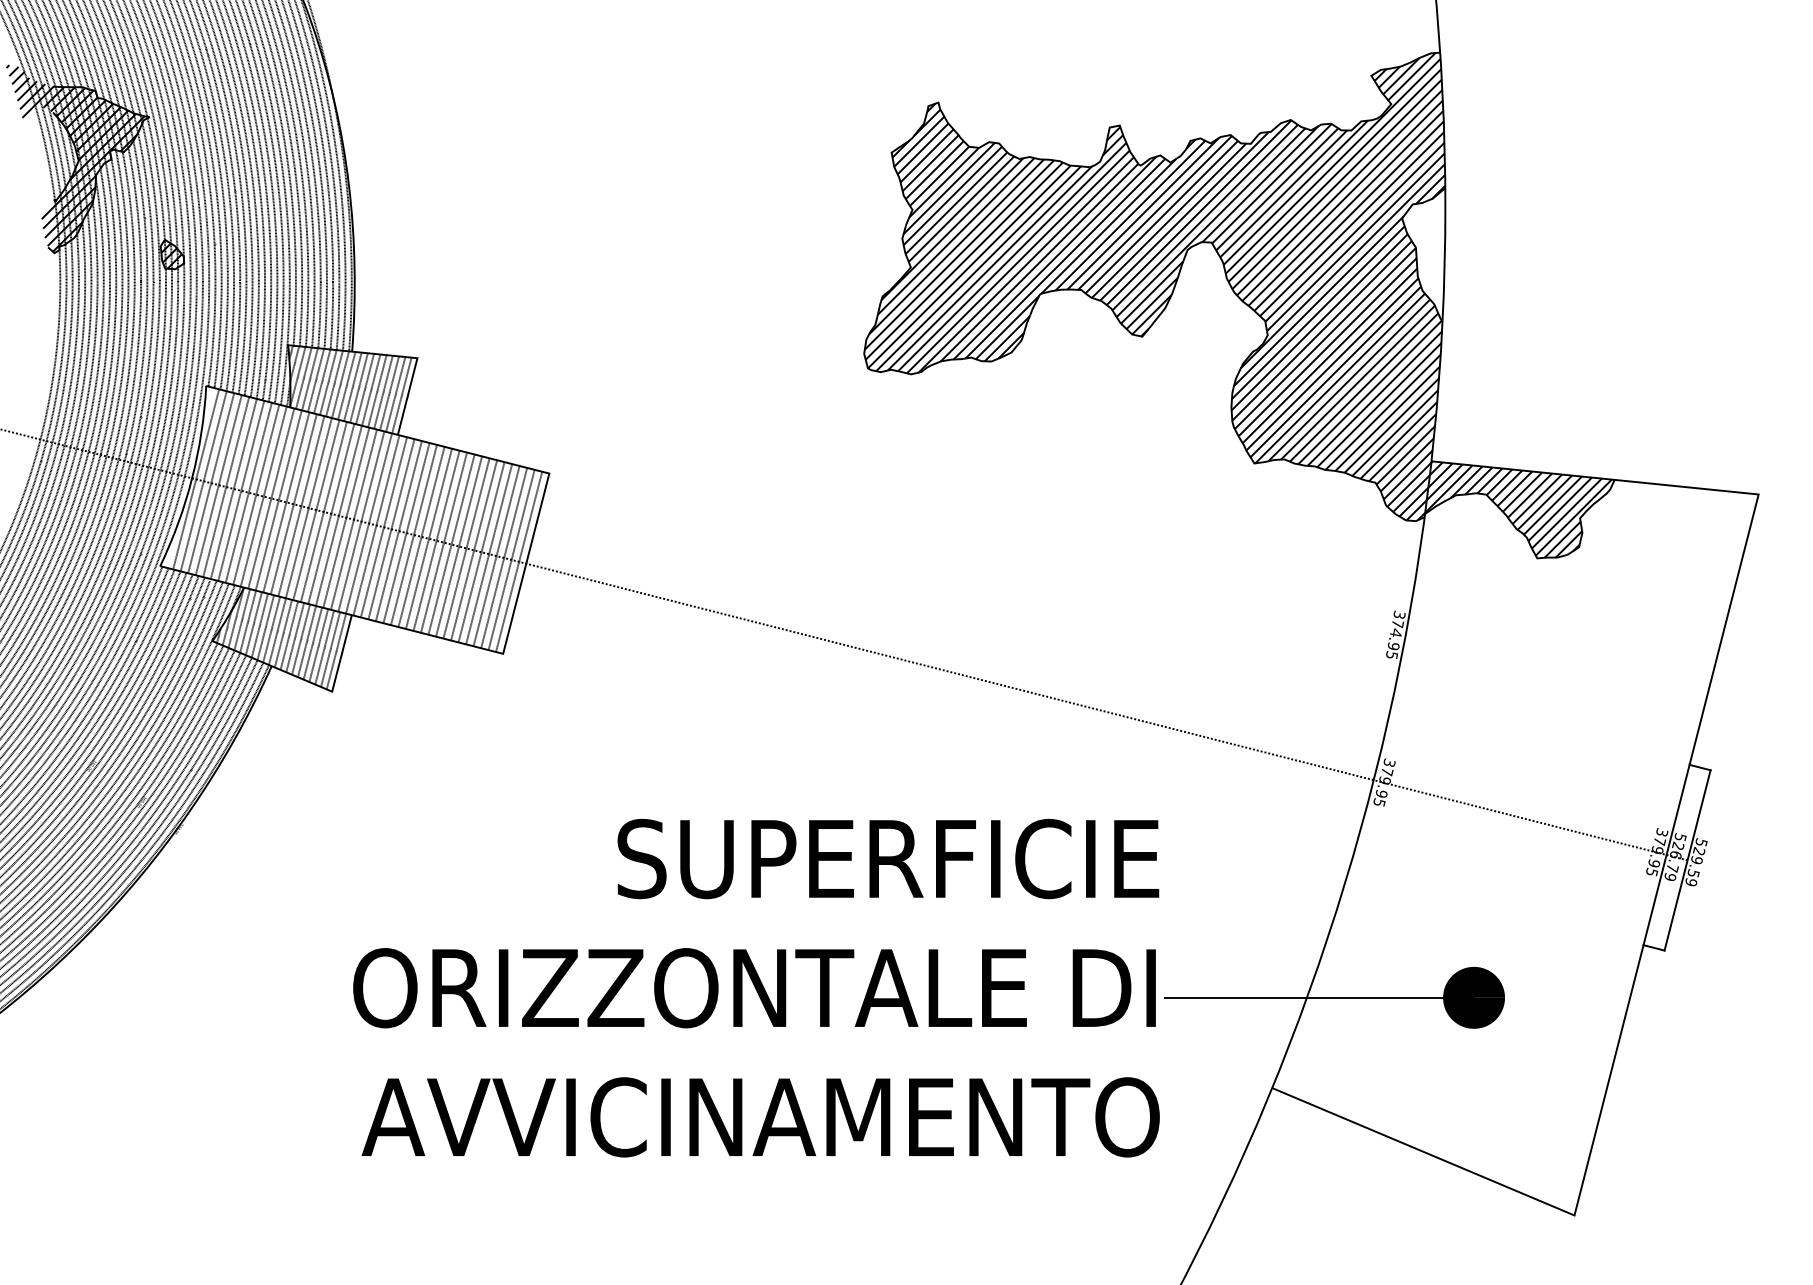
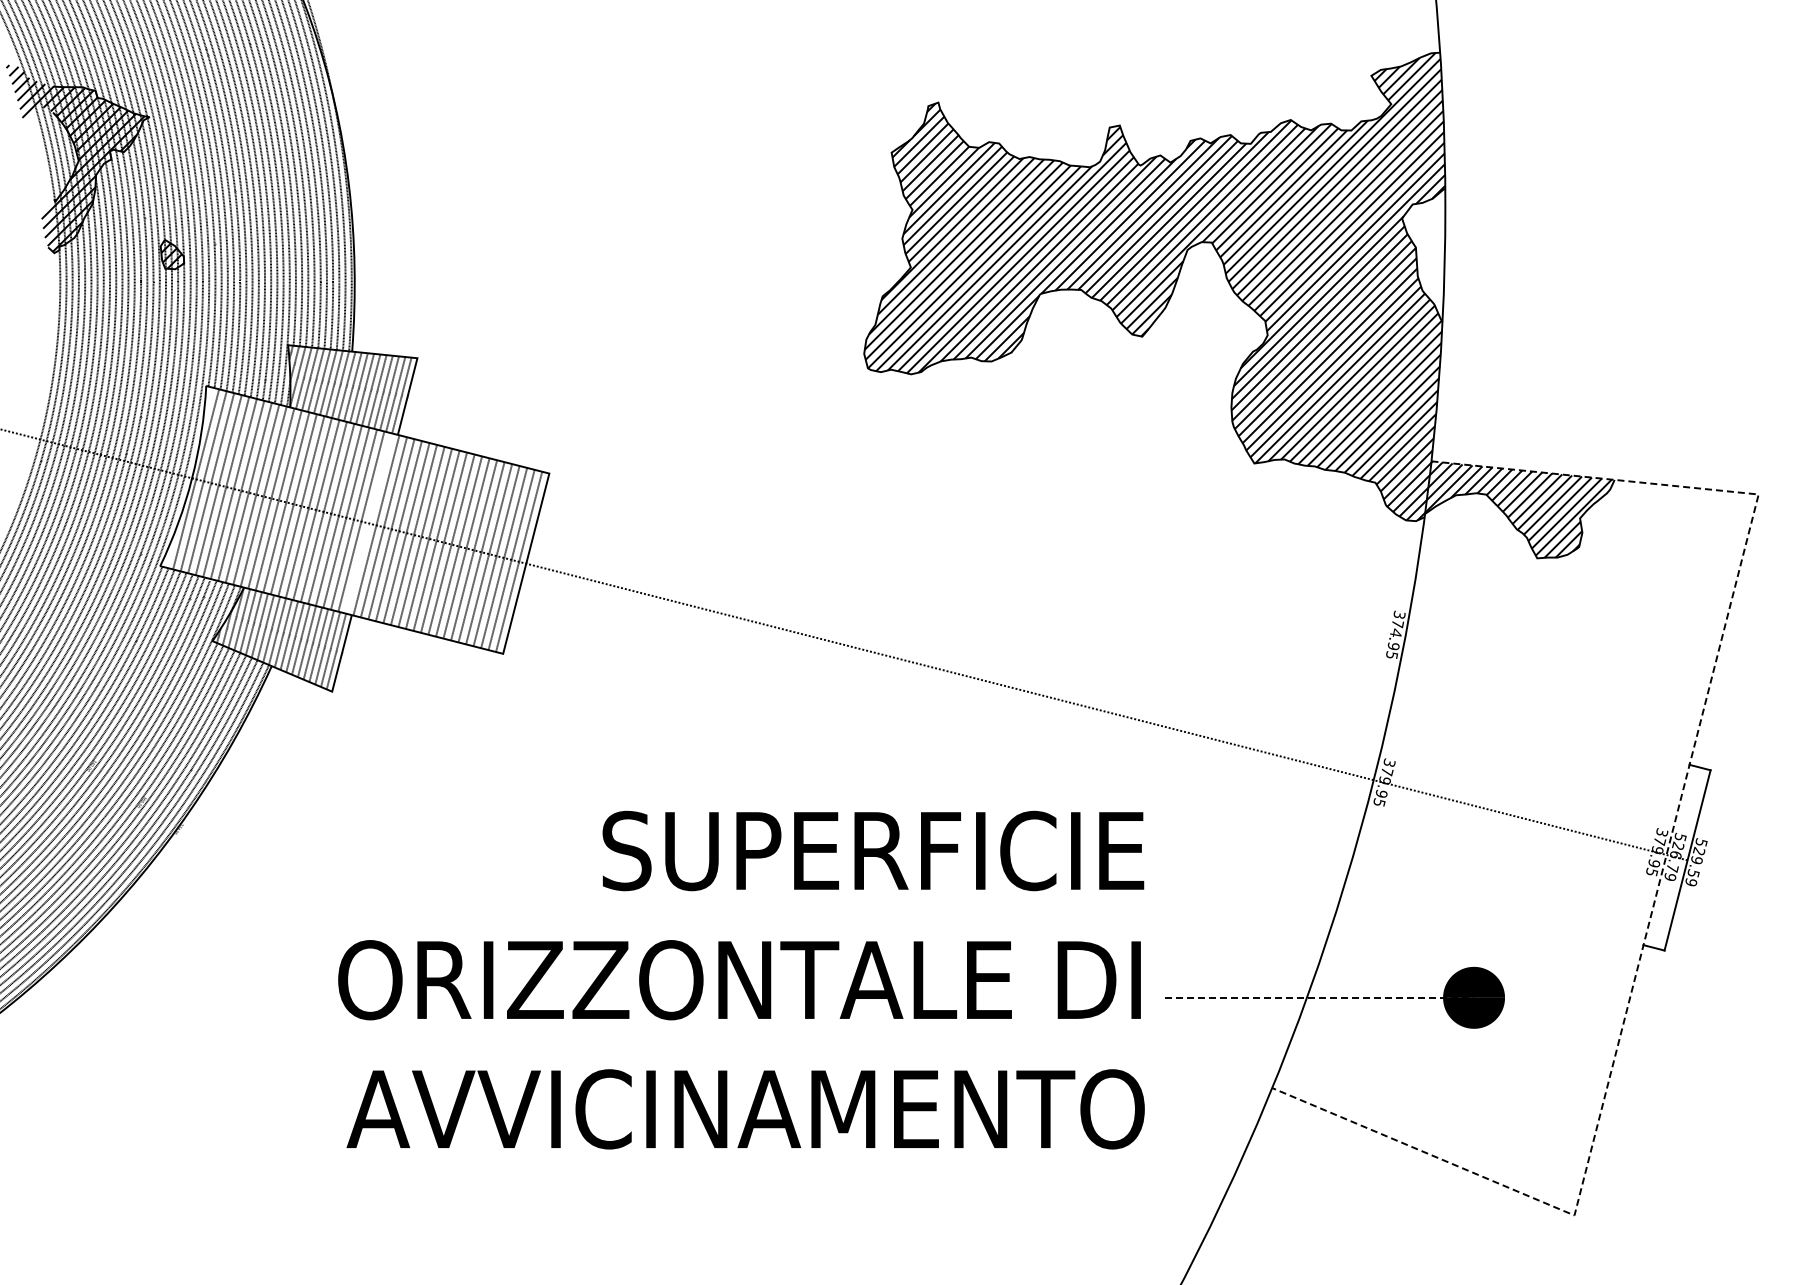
line at (368, 523): present -> none
line at (1666, 855): solid -> dashed
text at (756, 987) position: (756, 987) -> (741, 979)
line at (1320, 997): solid -> dashed
